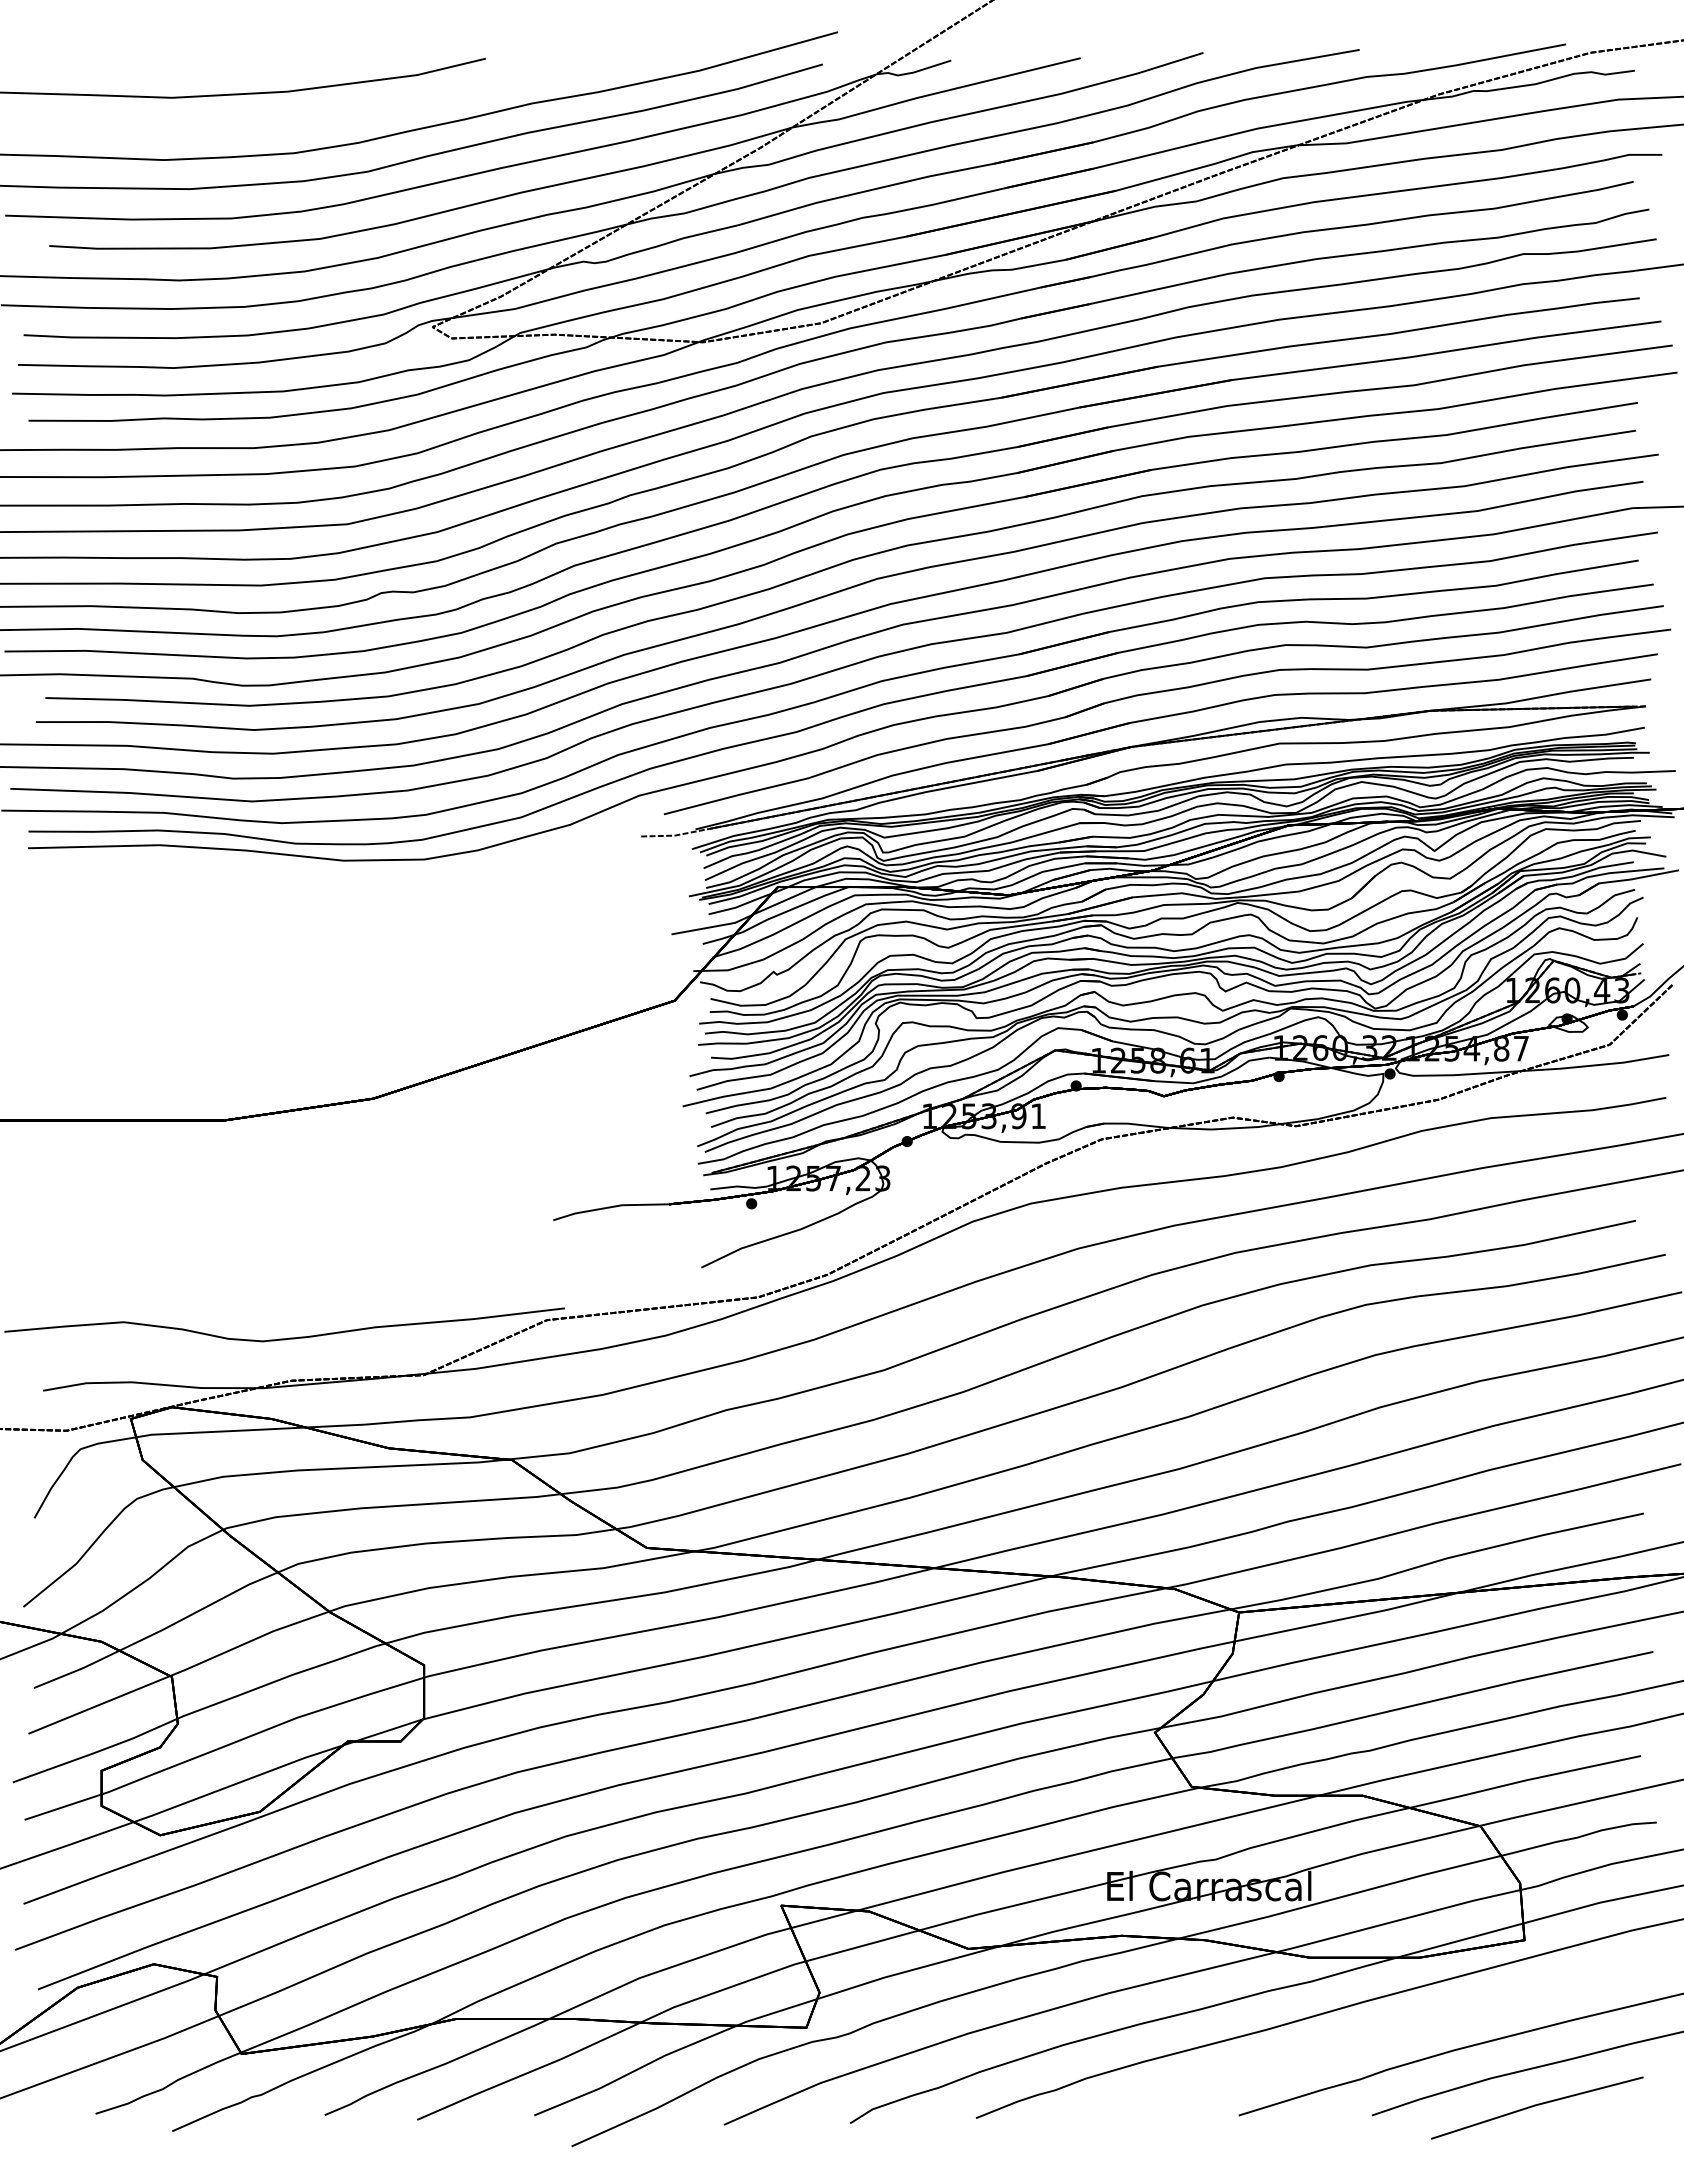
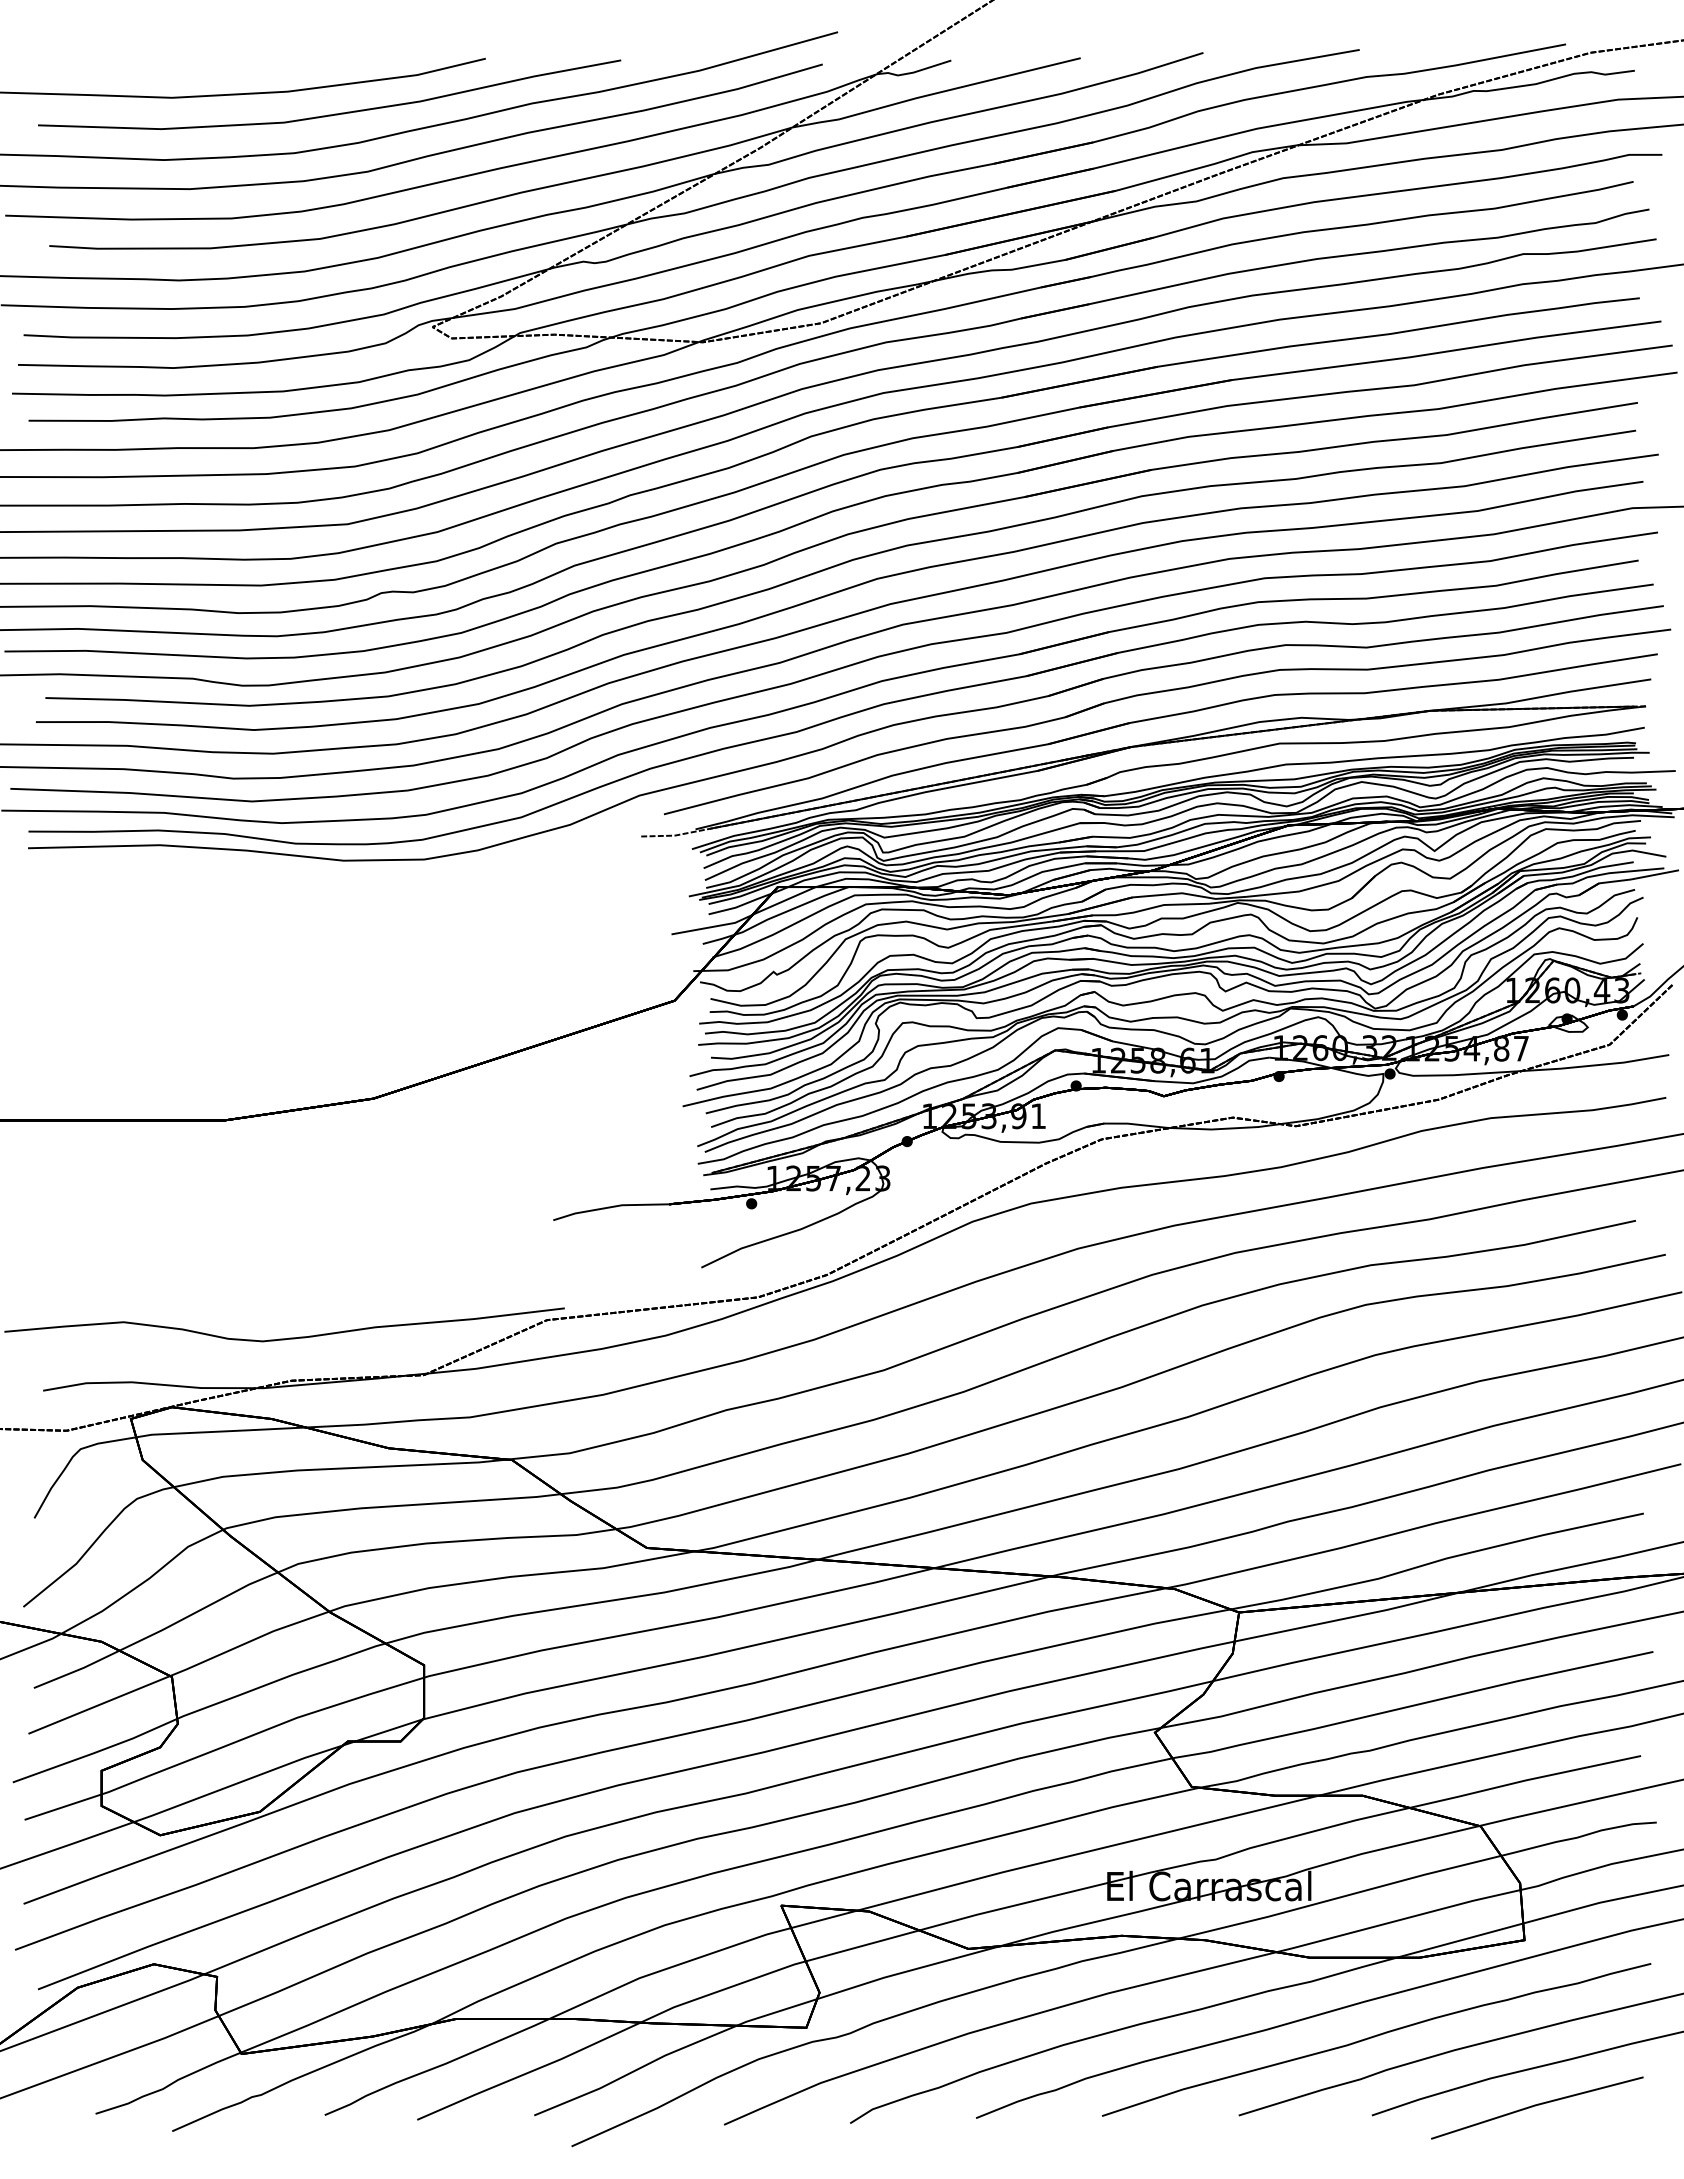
curve at (334, 113): none -> present
curve at (1375, 2037): none -> present
